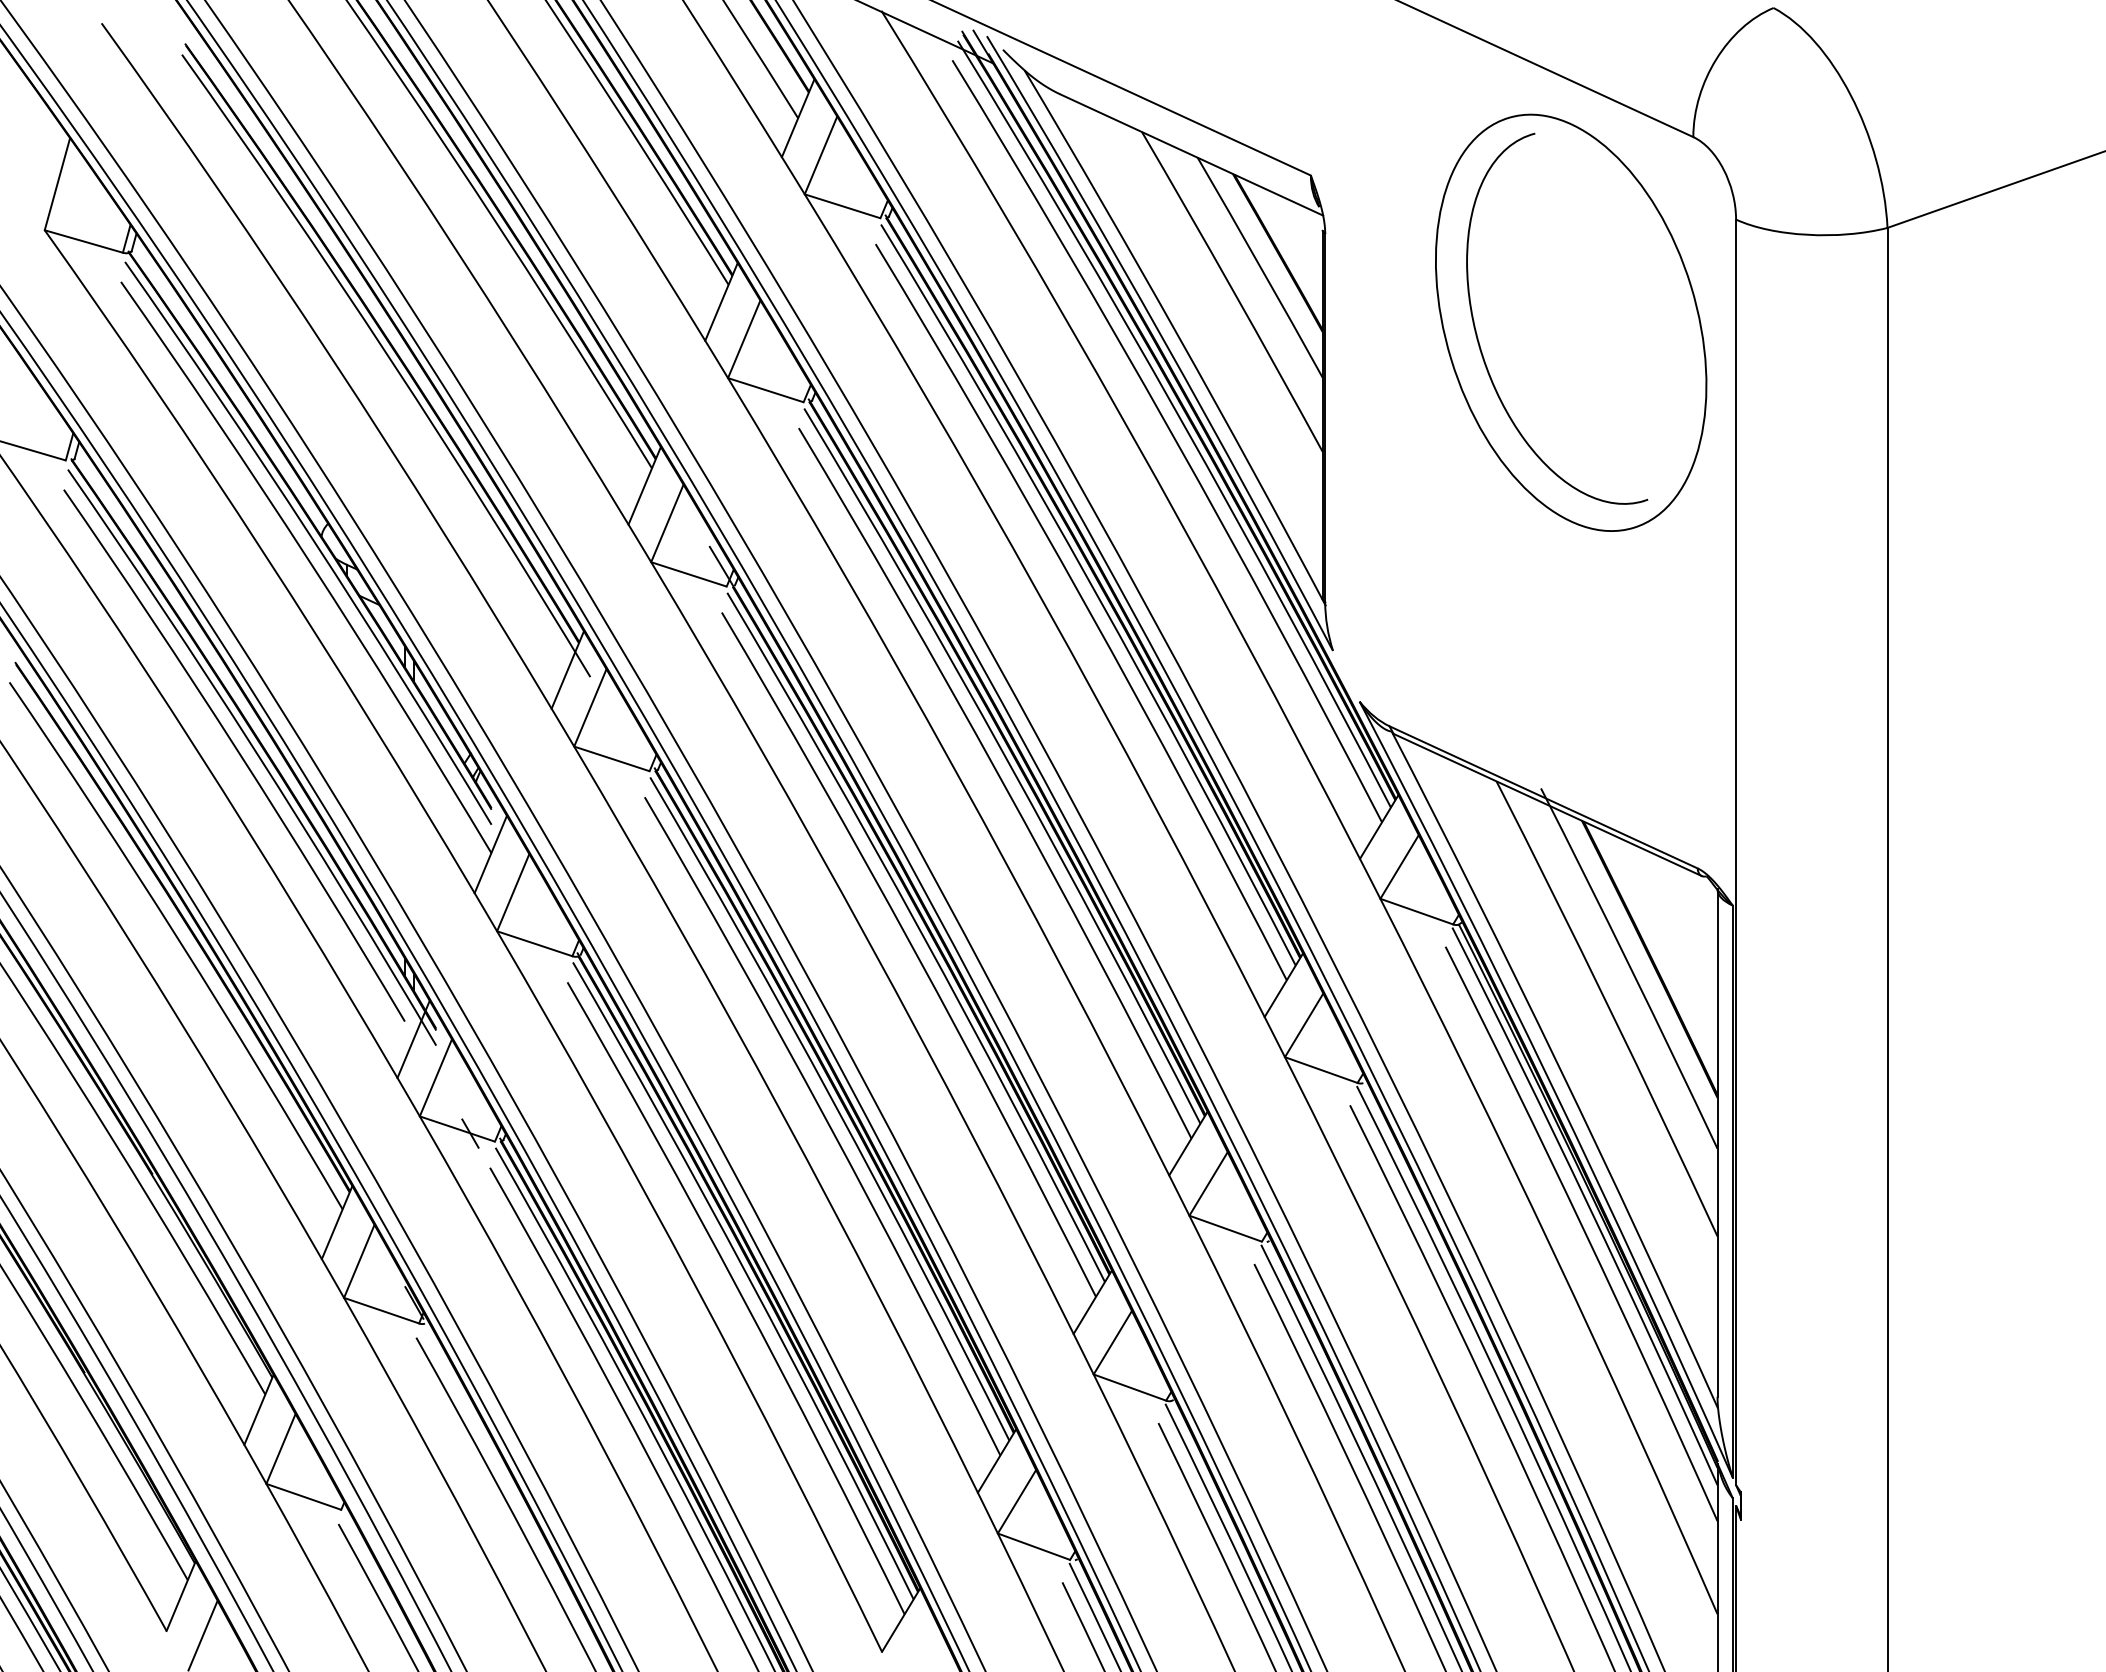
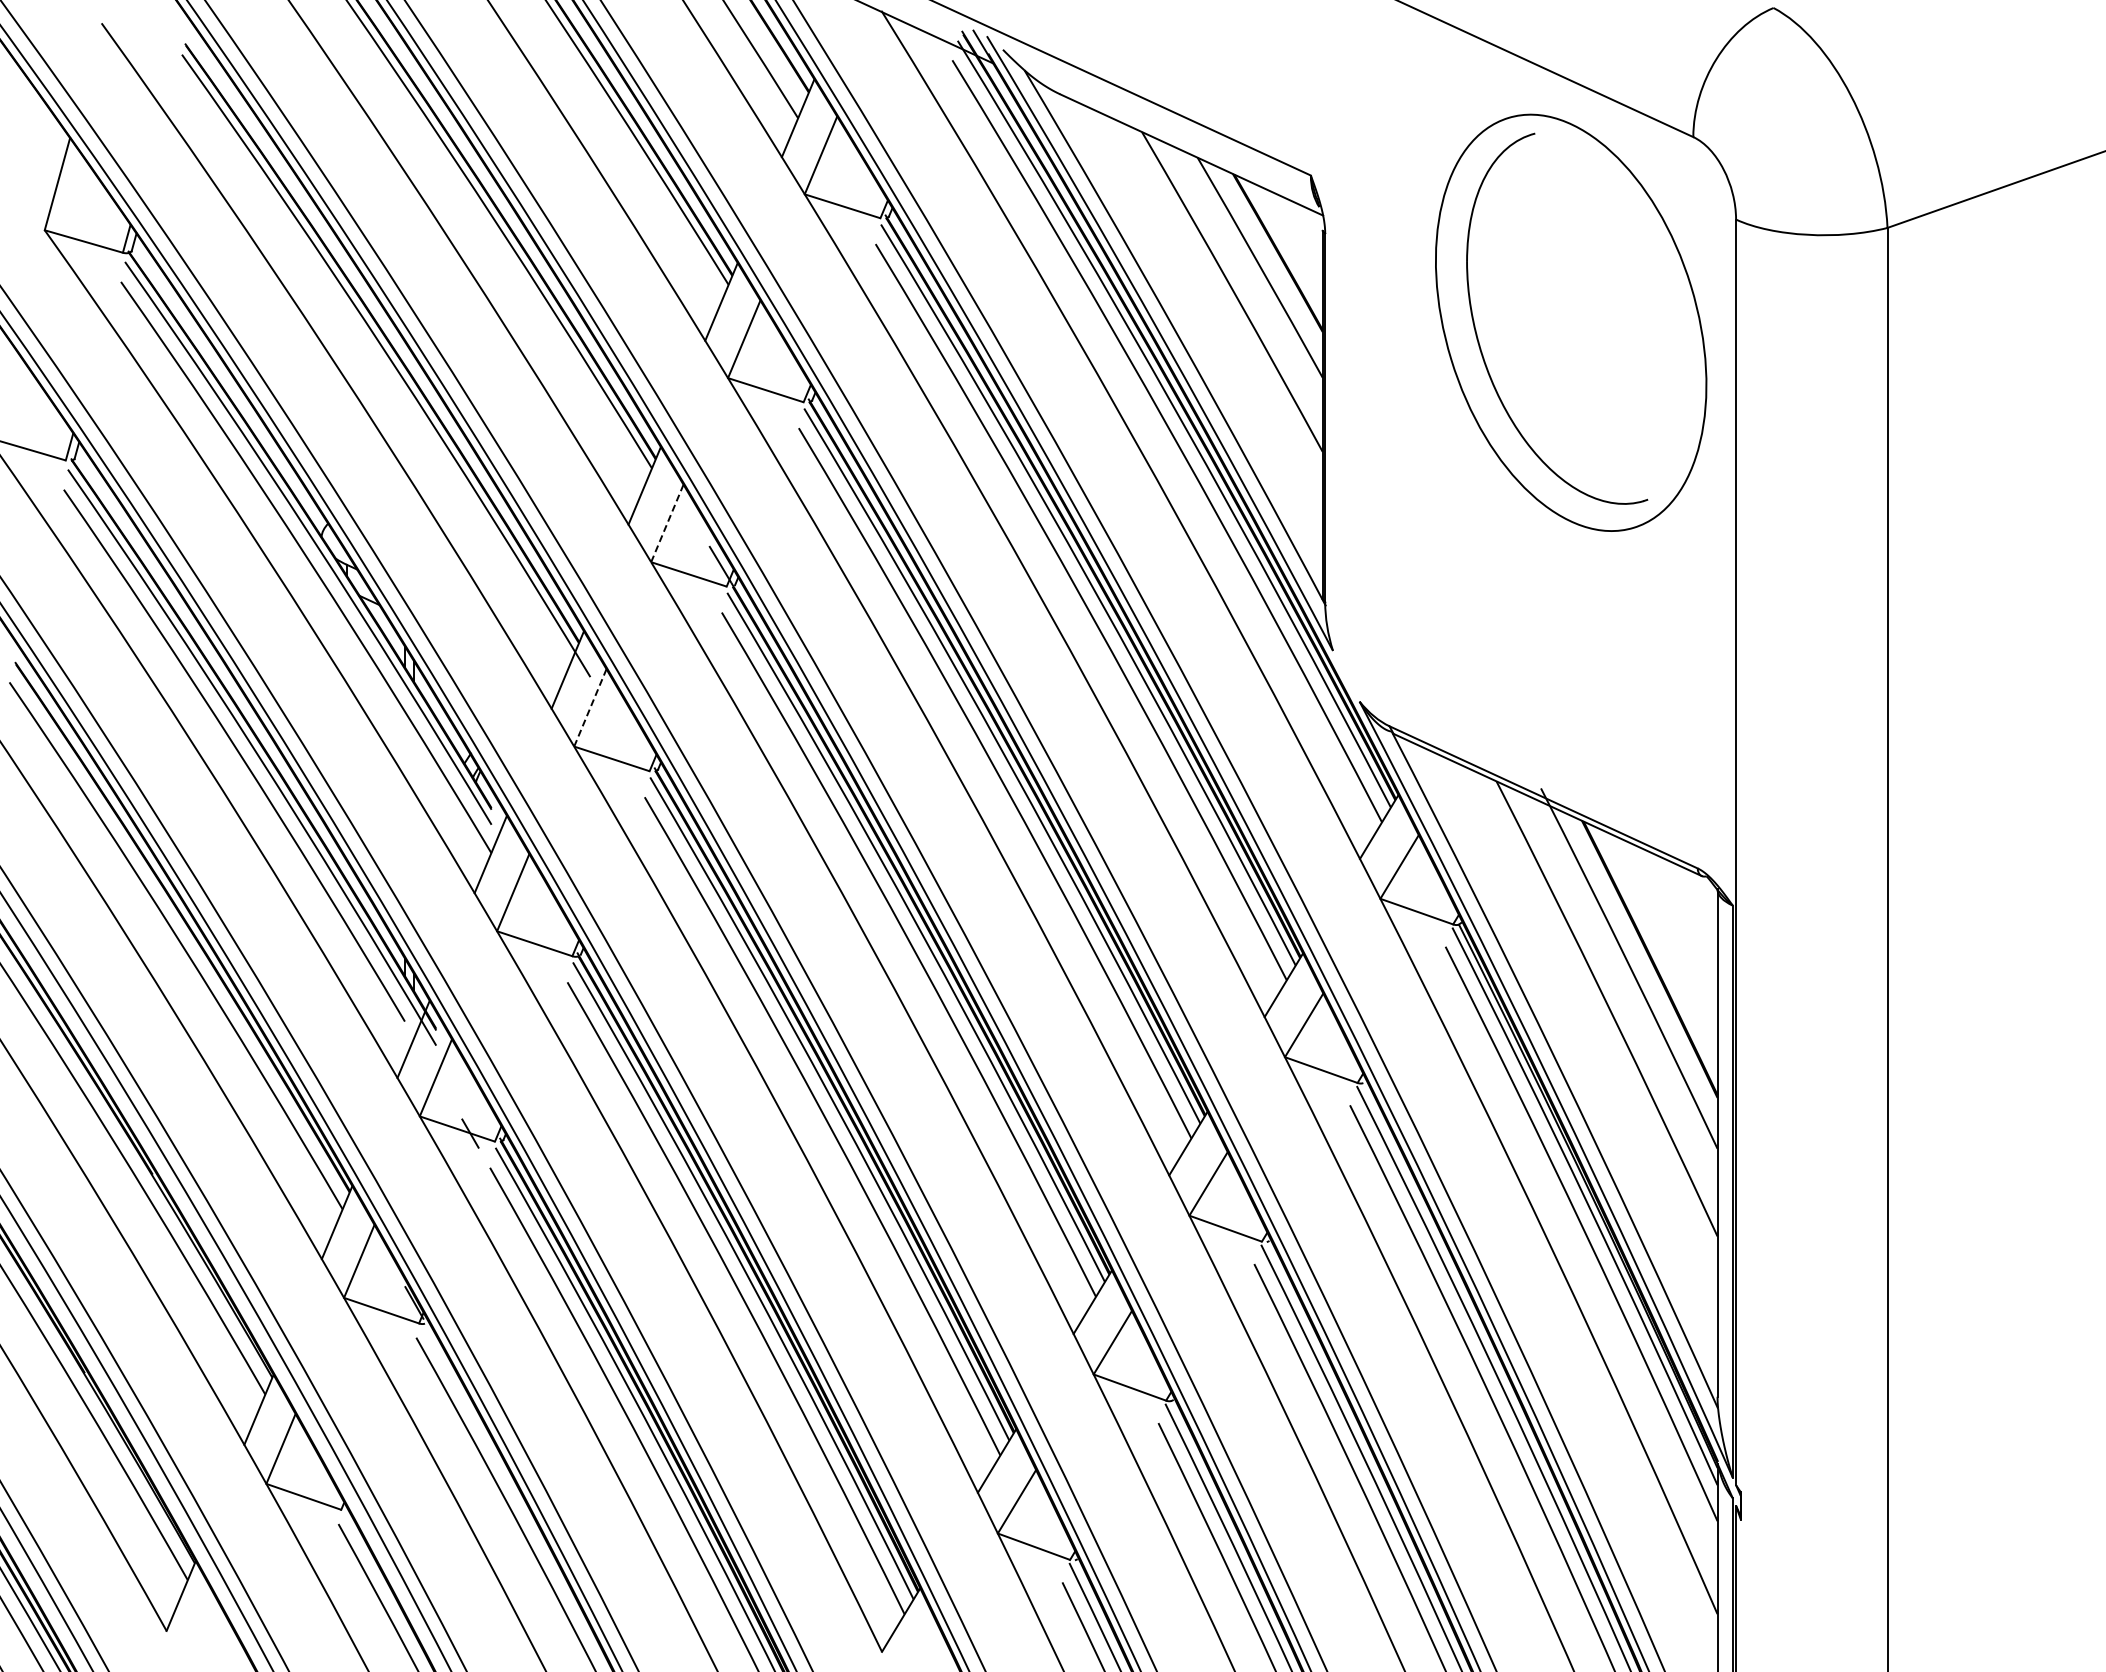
line at (667, 523): solid -> dashed
line at (590, 707): solid -> dashed
line at (203, 1634): present -> none
